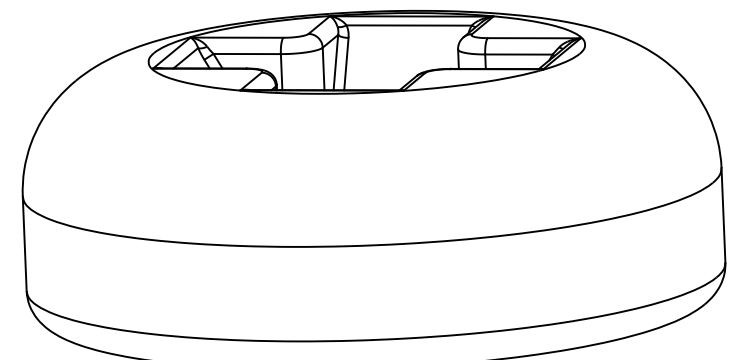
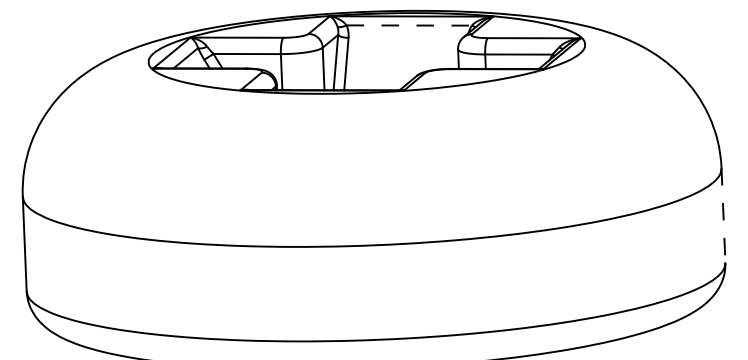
line at (409, 25): solid -> dashed
line at (723, 215): solid -> dashed
